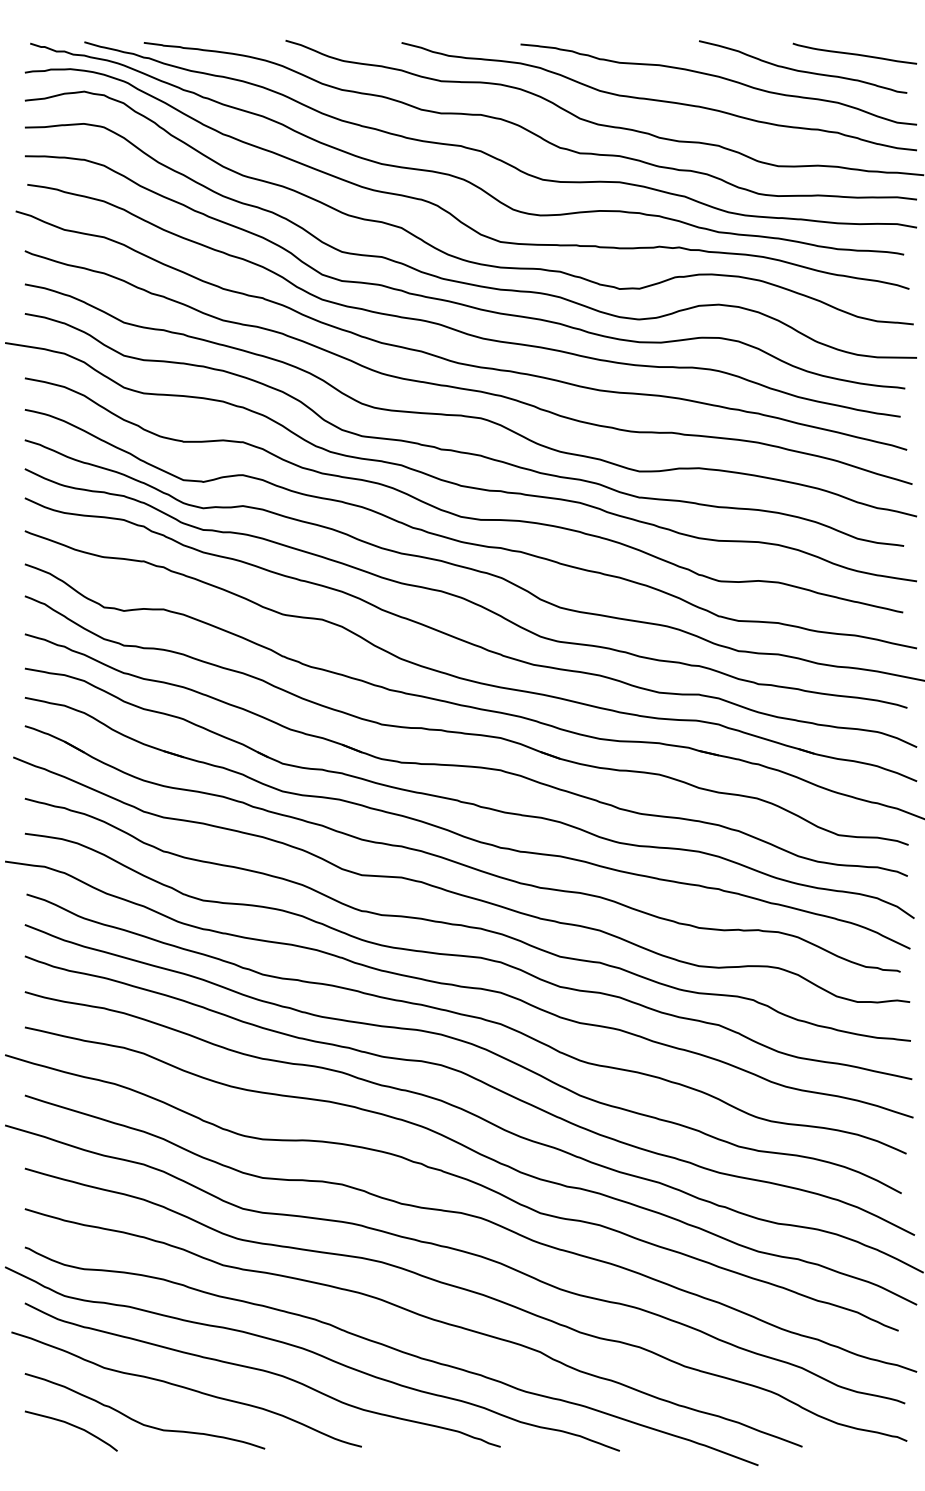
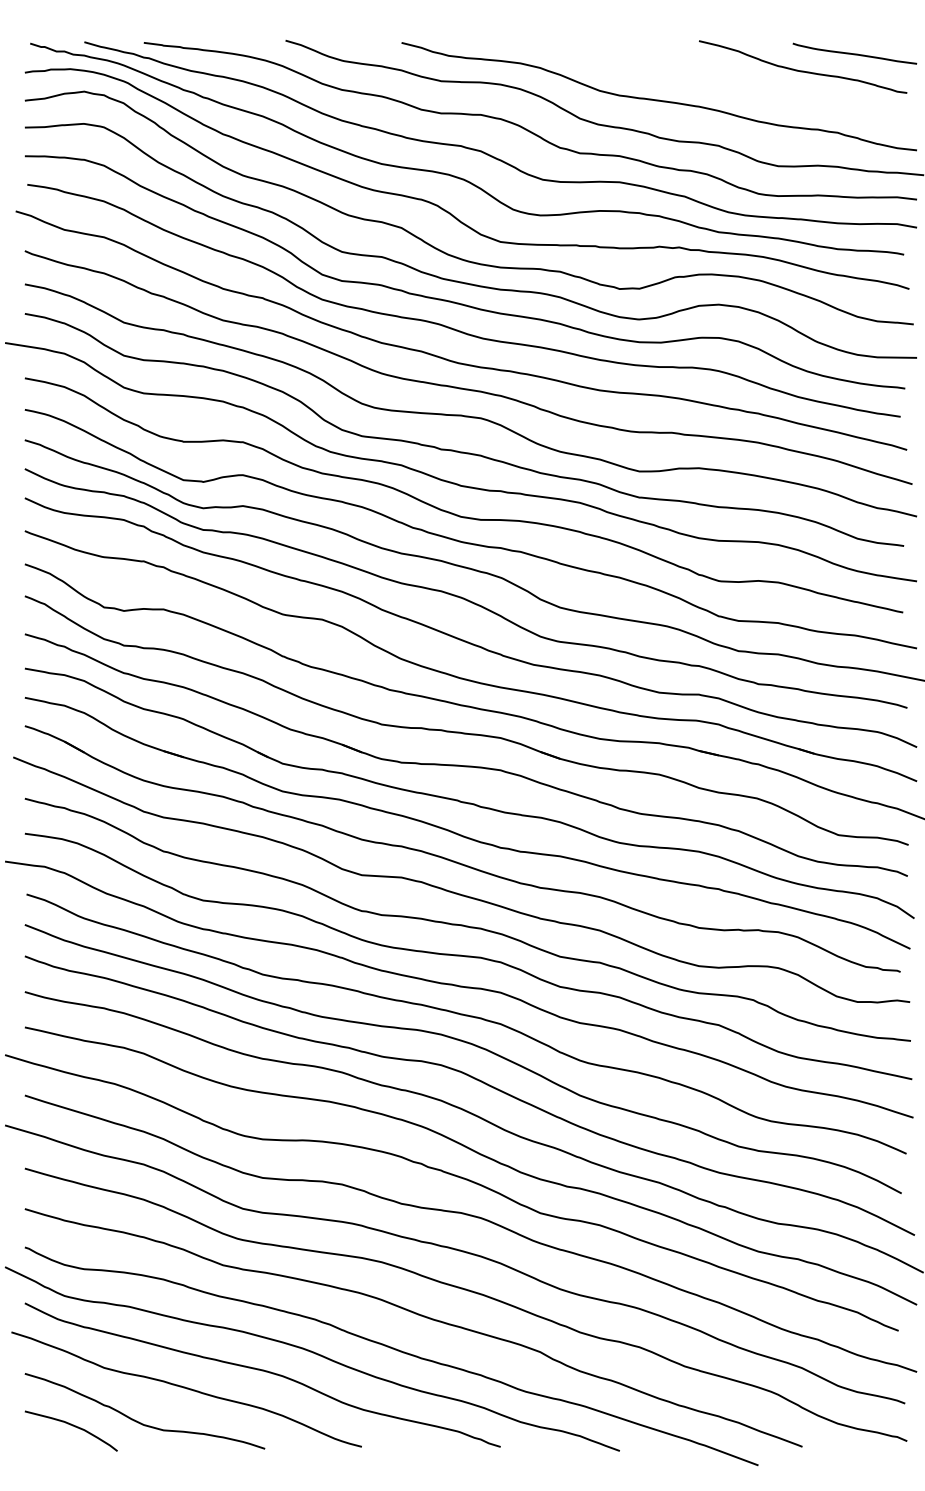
curve at (720, 78): present -> none
